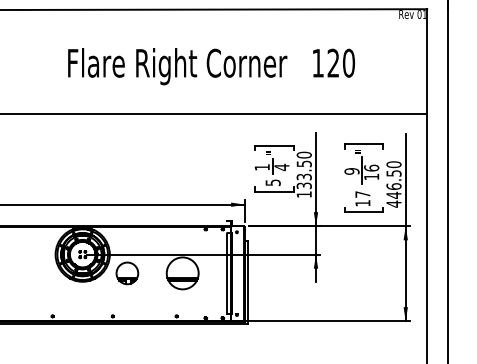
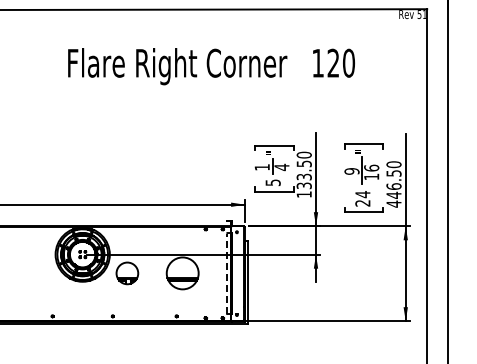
text at (419, 14): 01 -> 51
line at (214, 113): present -> none
text at (362, 198): 17 -> 24
line at (226, 273): solid -> dashed
